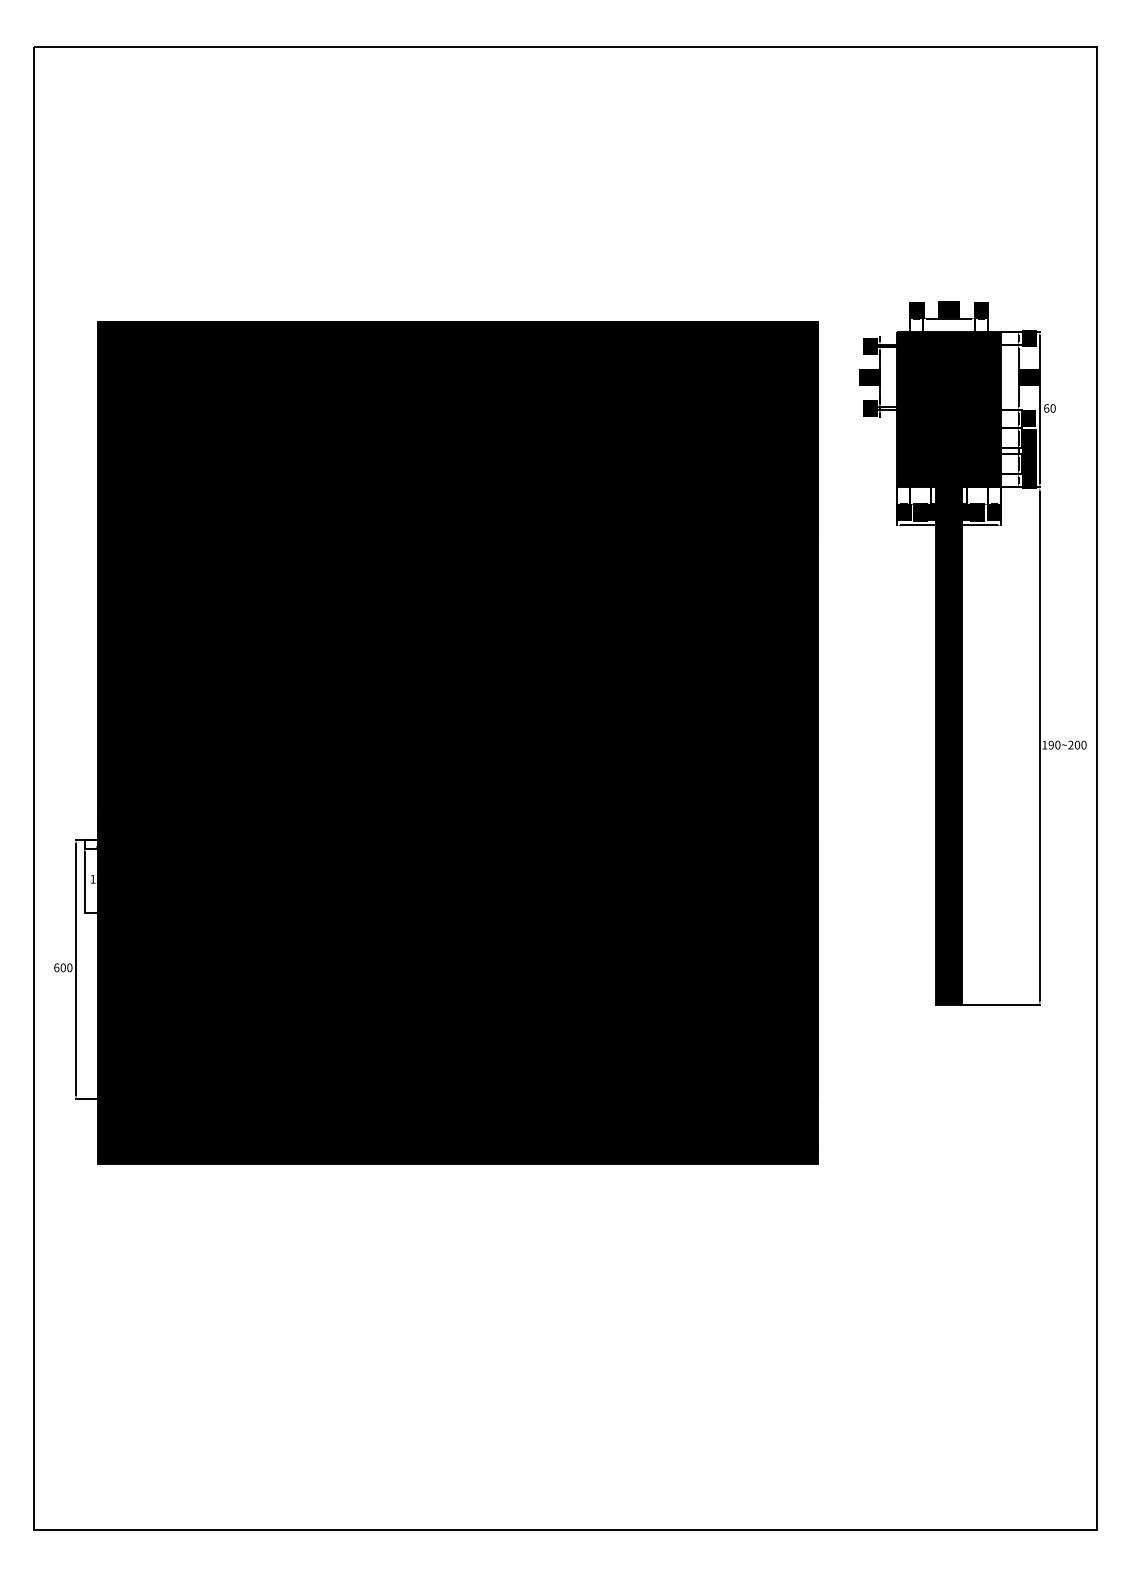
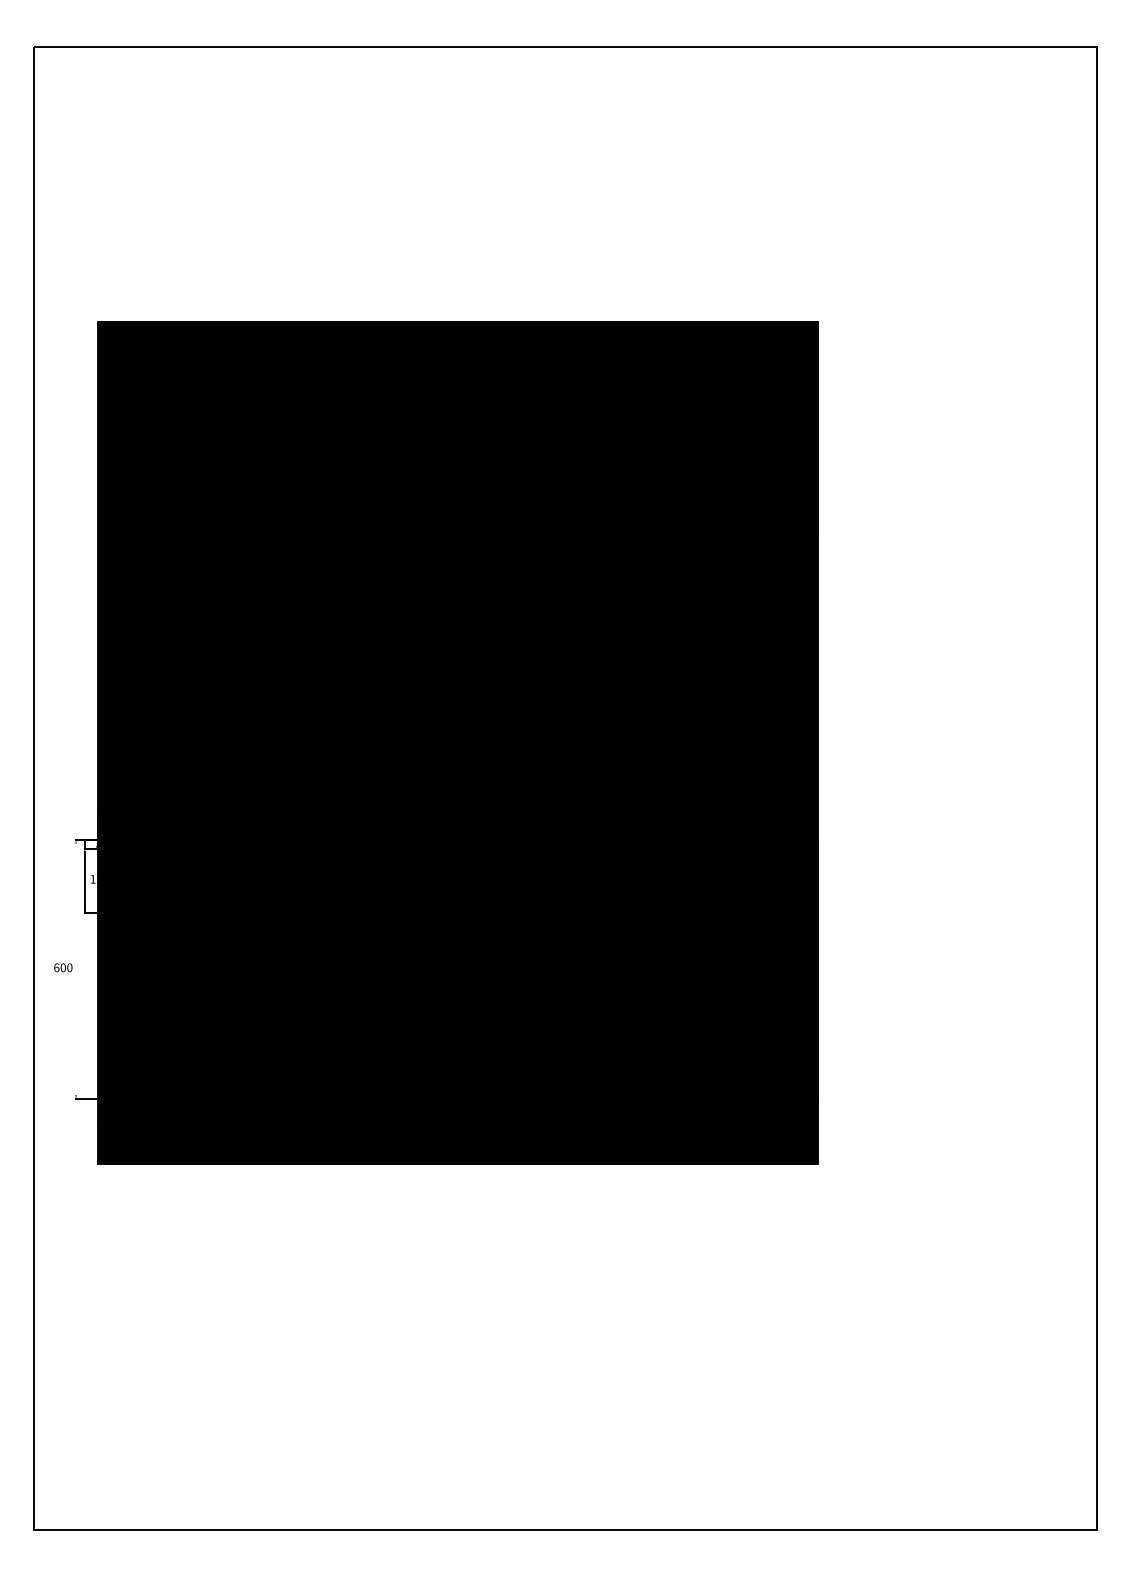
part at (972, 653): present -> none
line at (76, 969): present -> none
